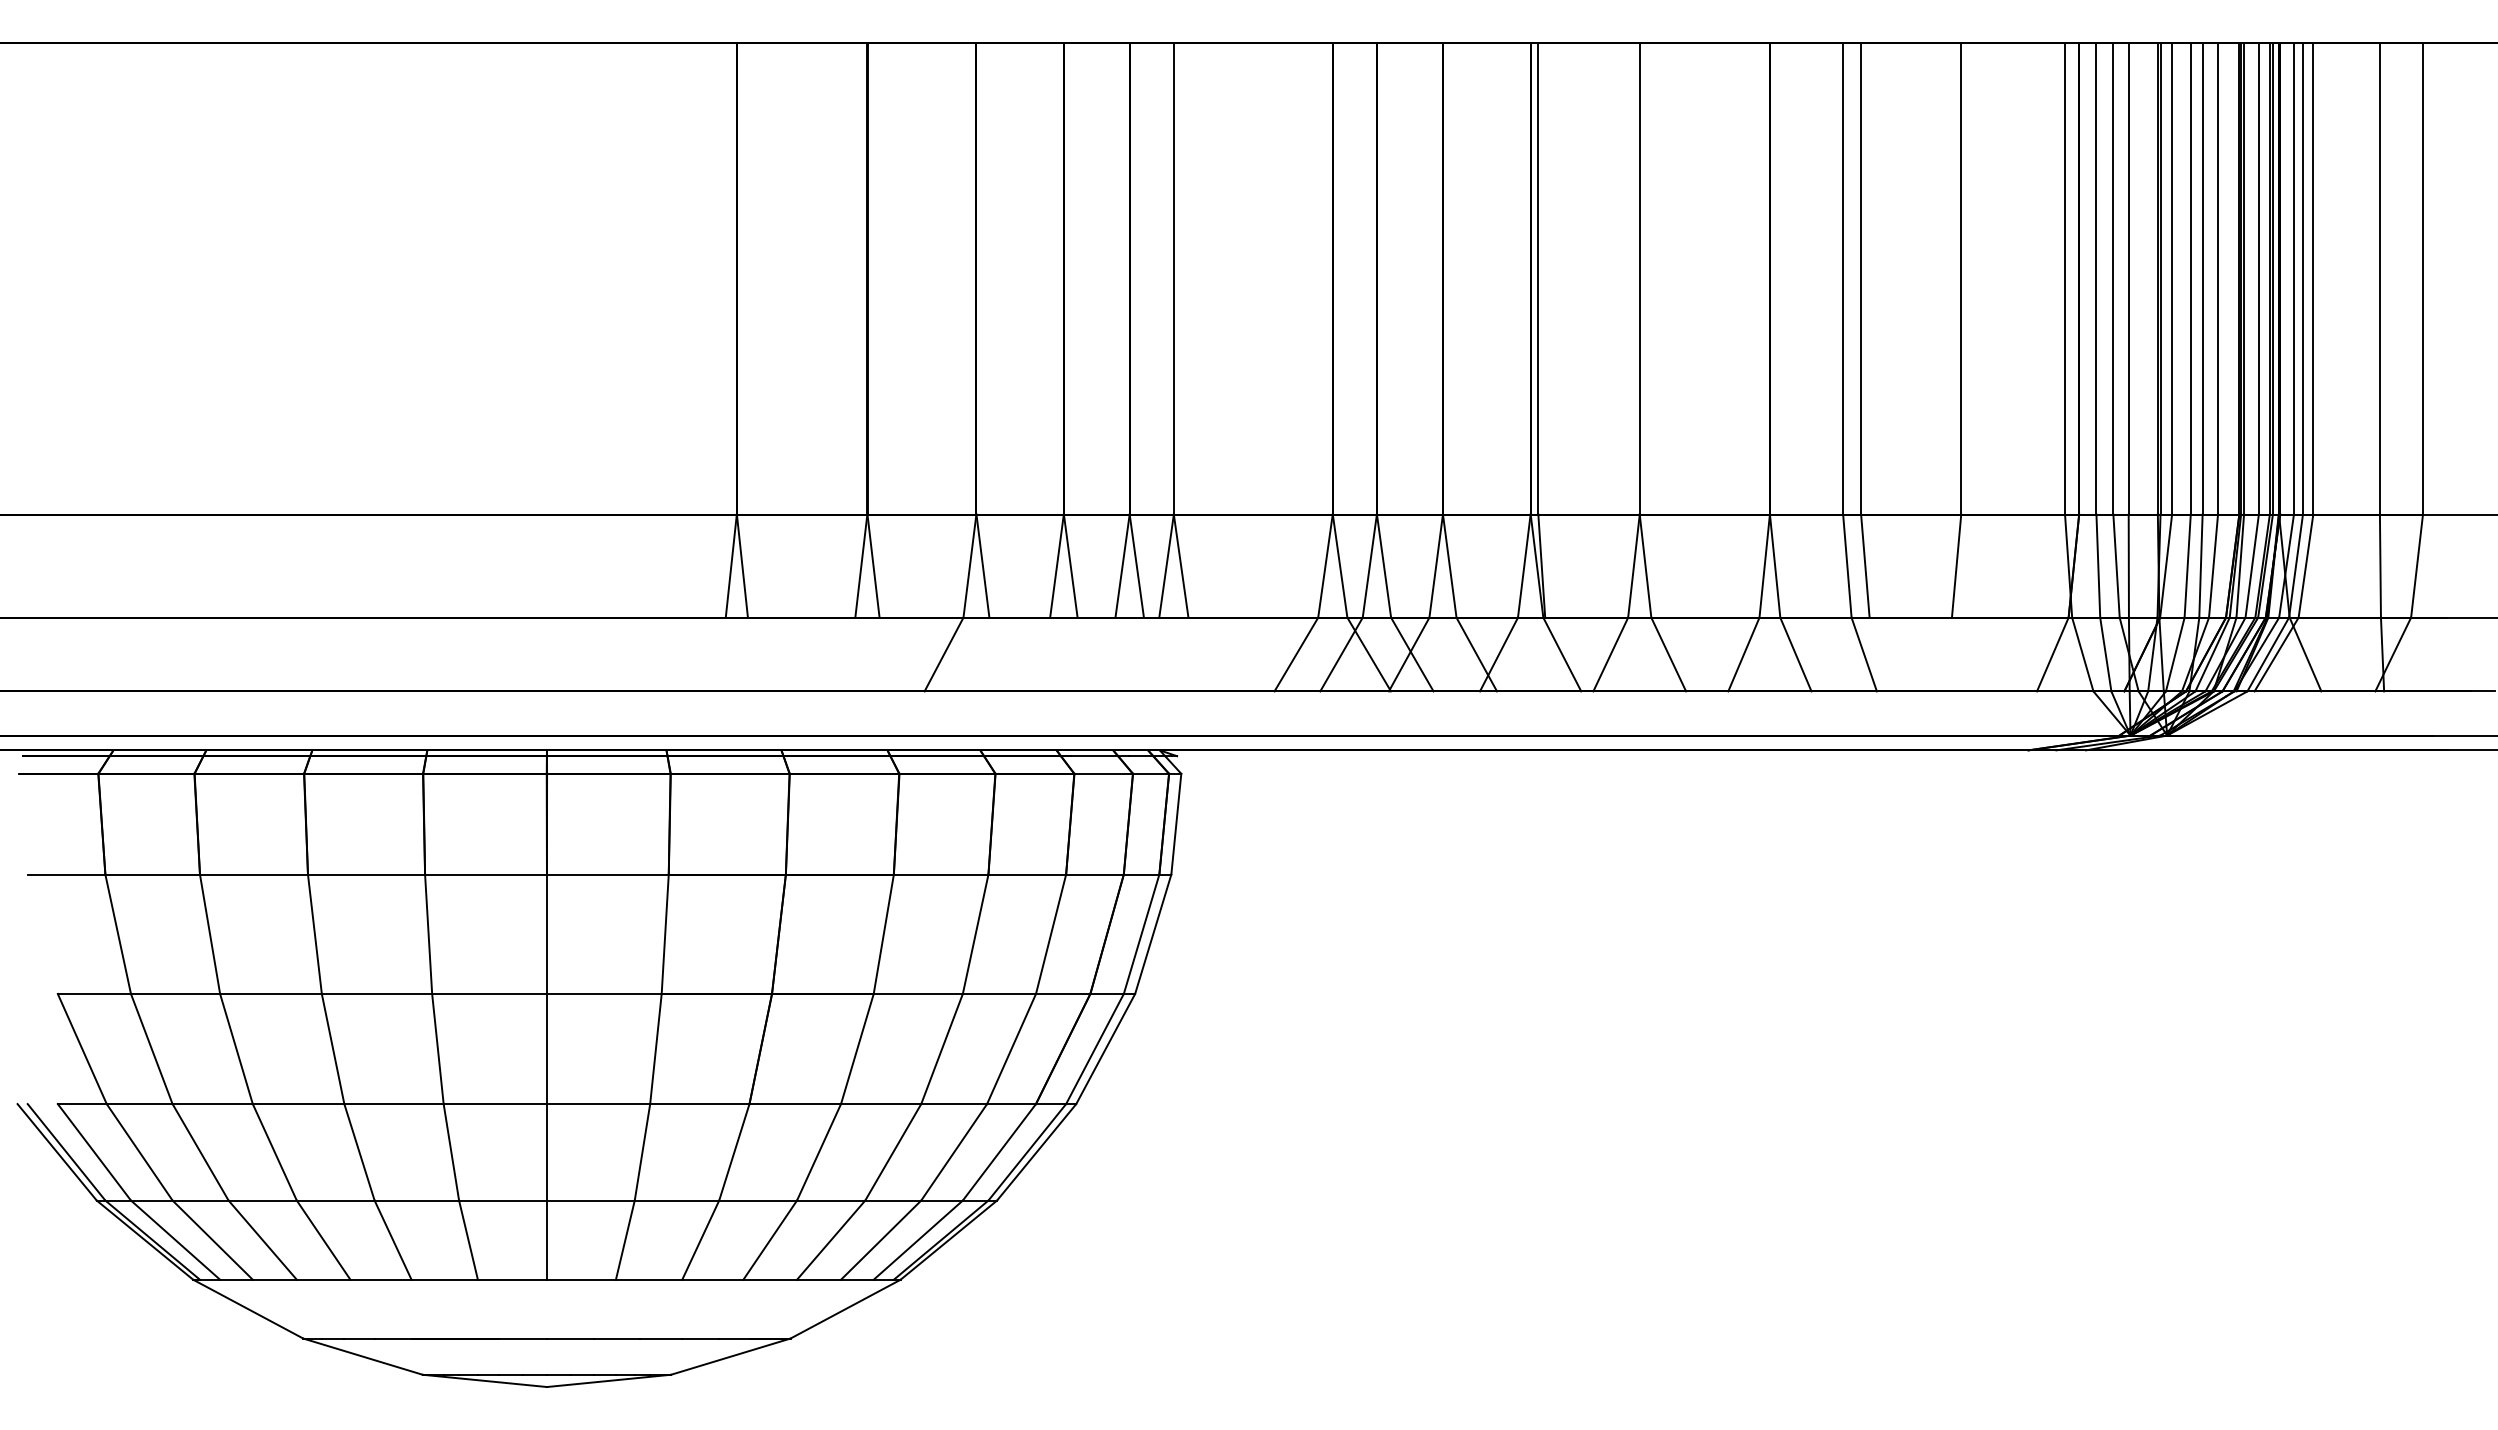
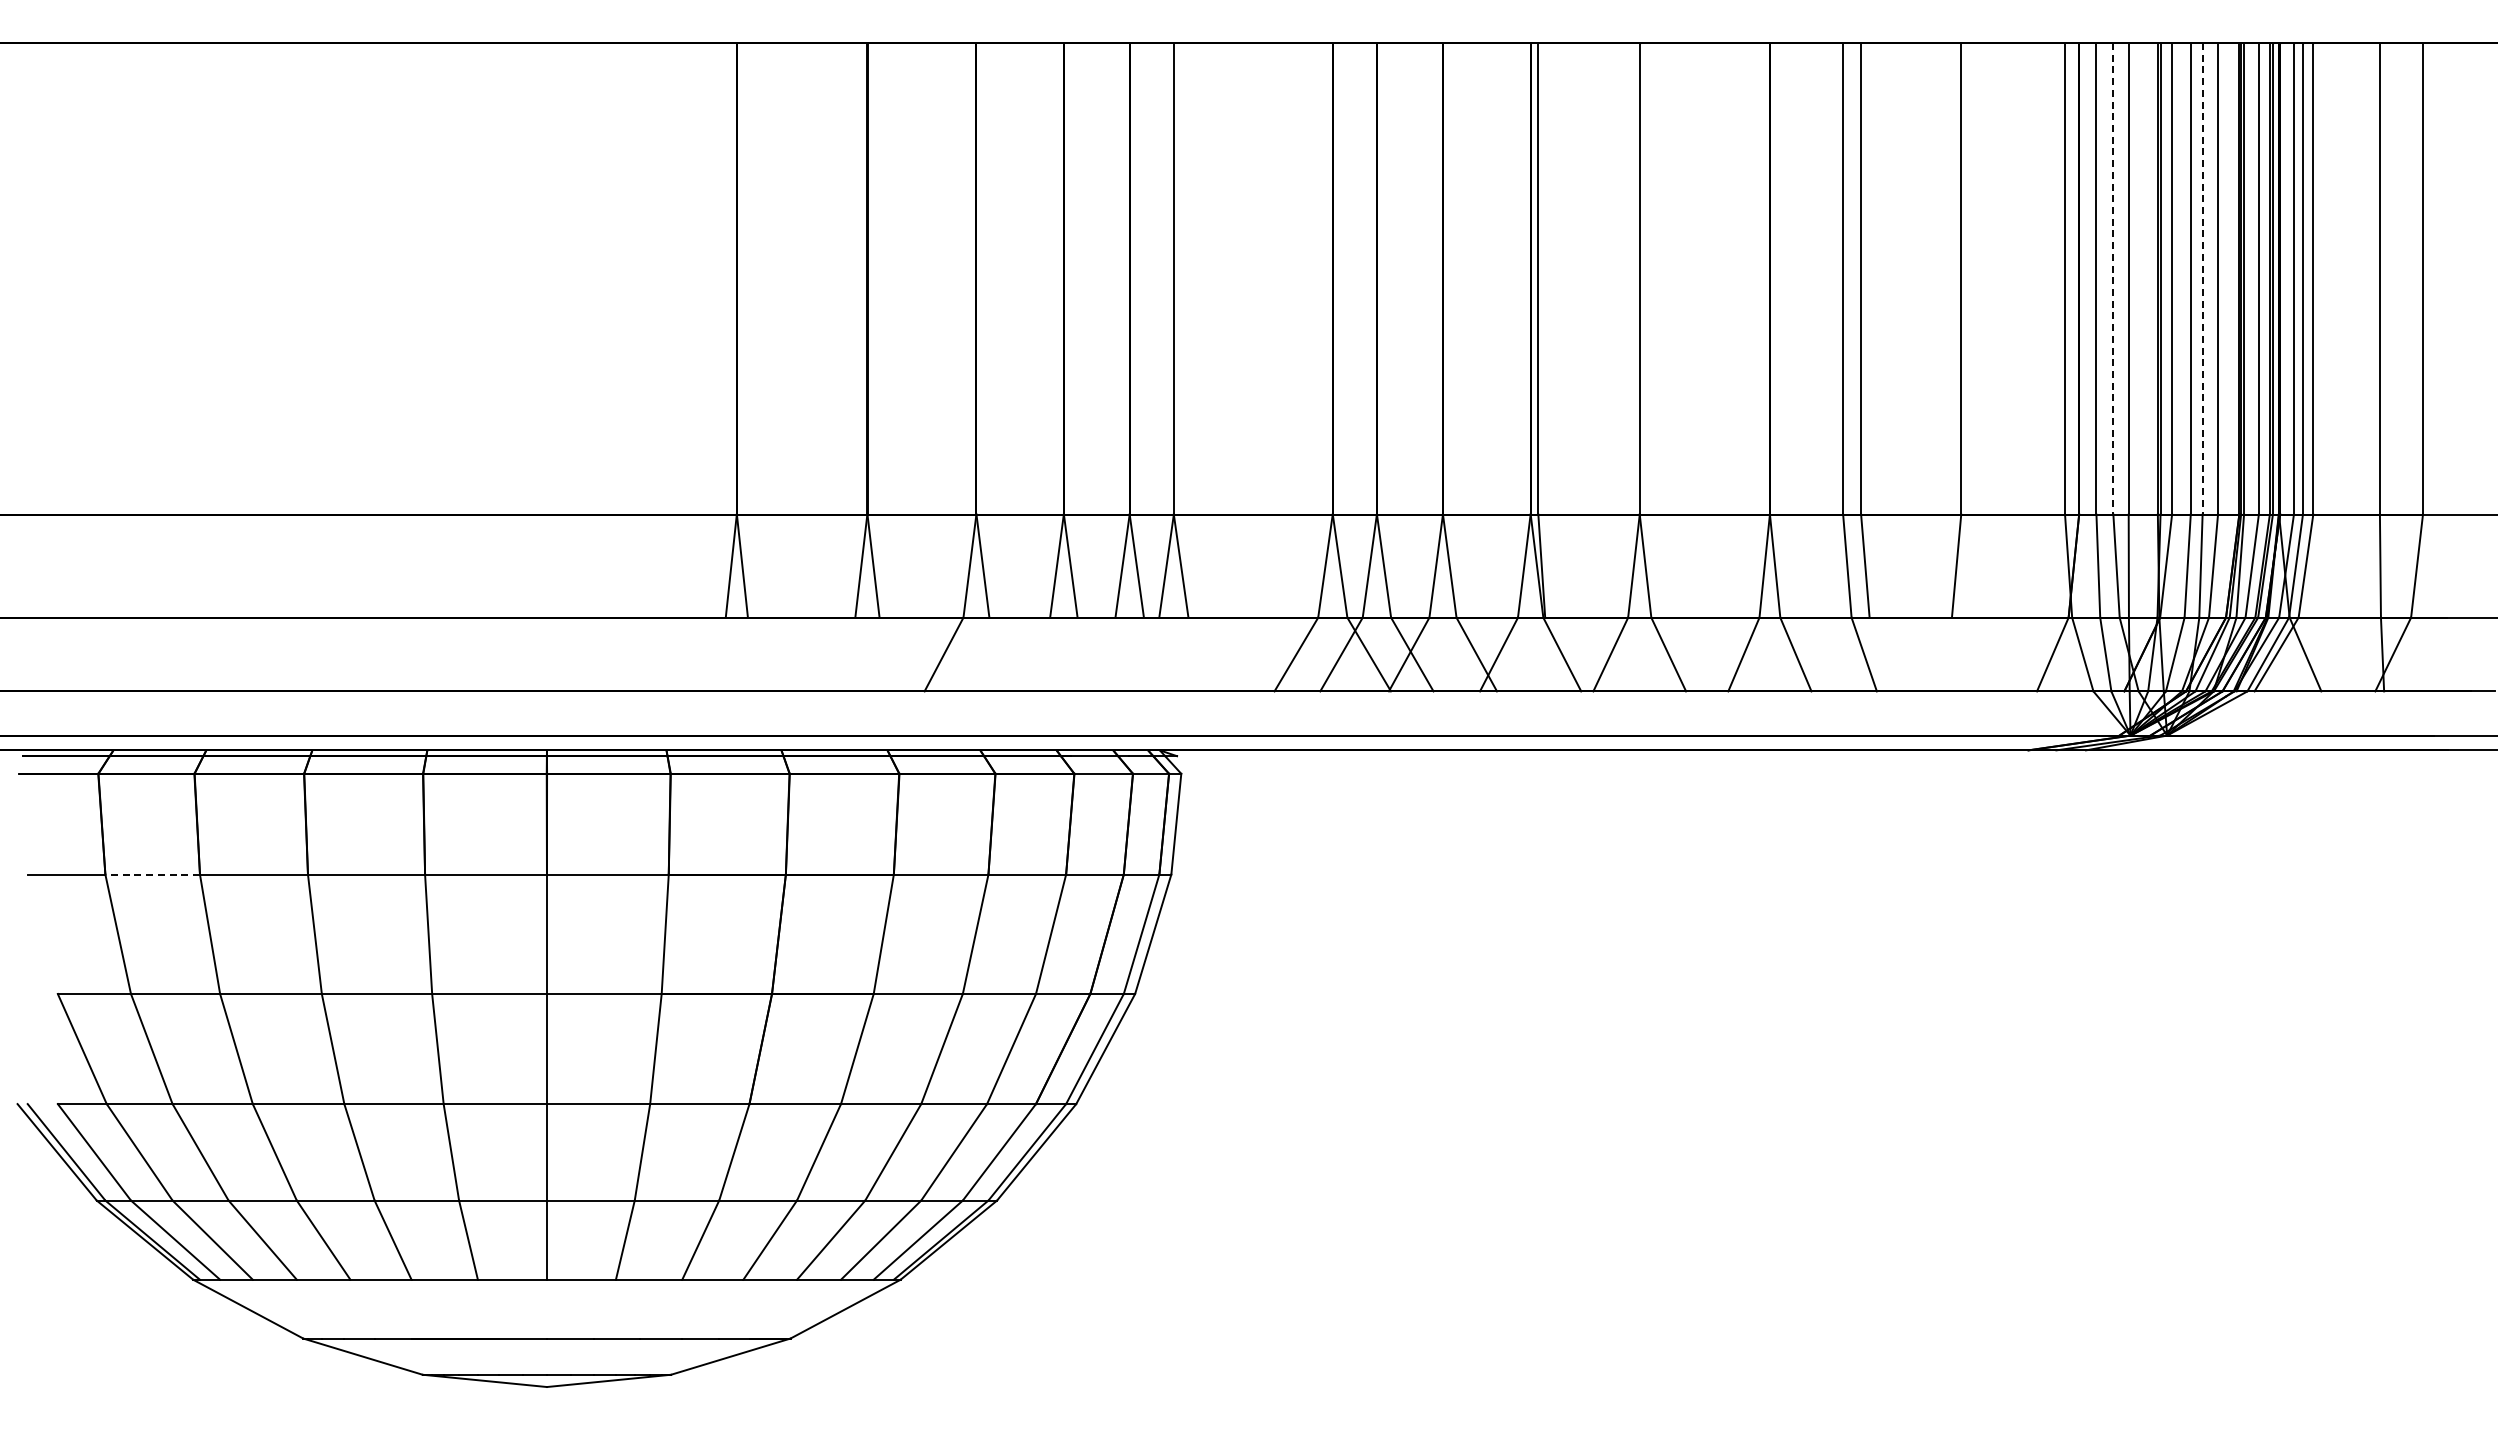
line at (2113, 278): solid -> dashed
line at (2202, 278): solid -> dashed
line at (152, 874): solid -> dashed
